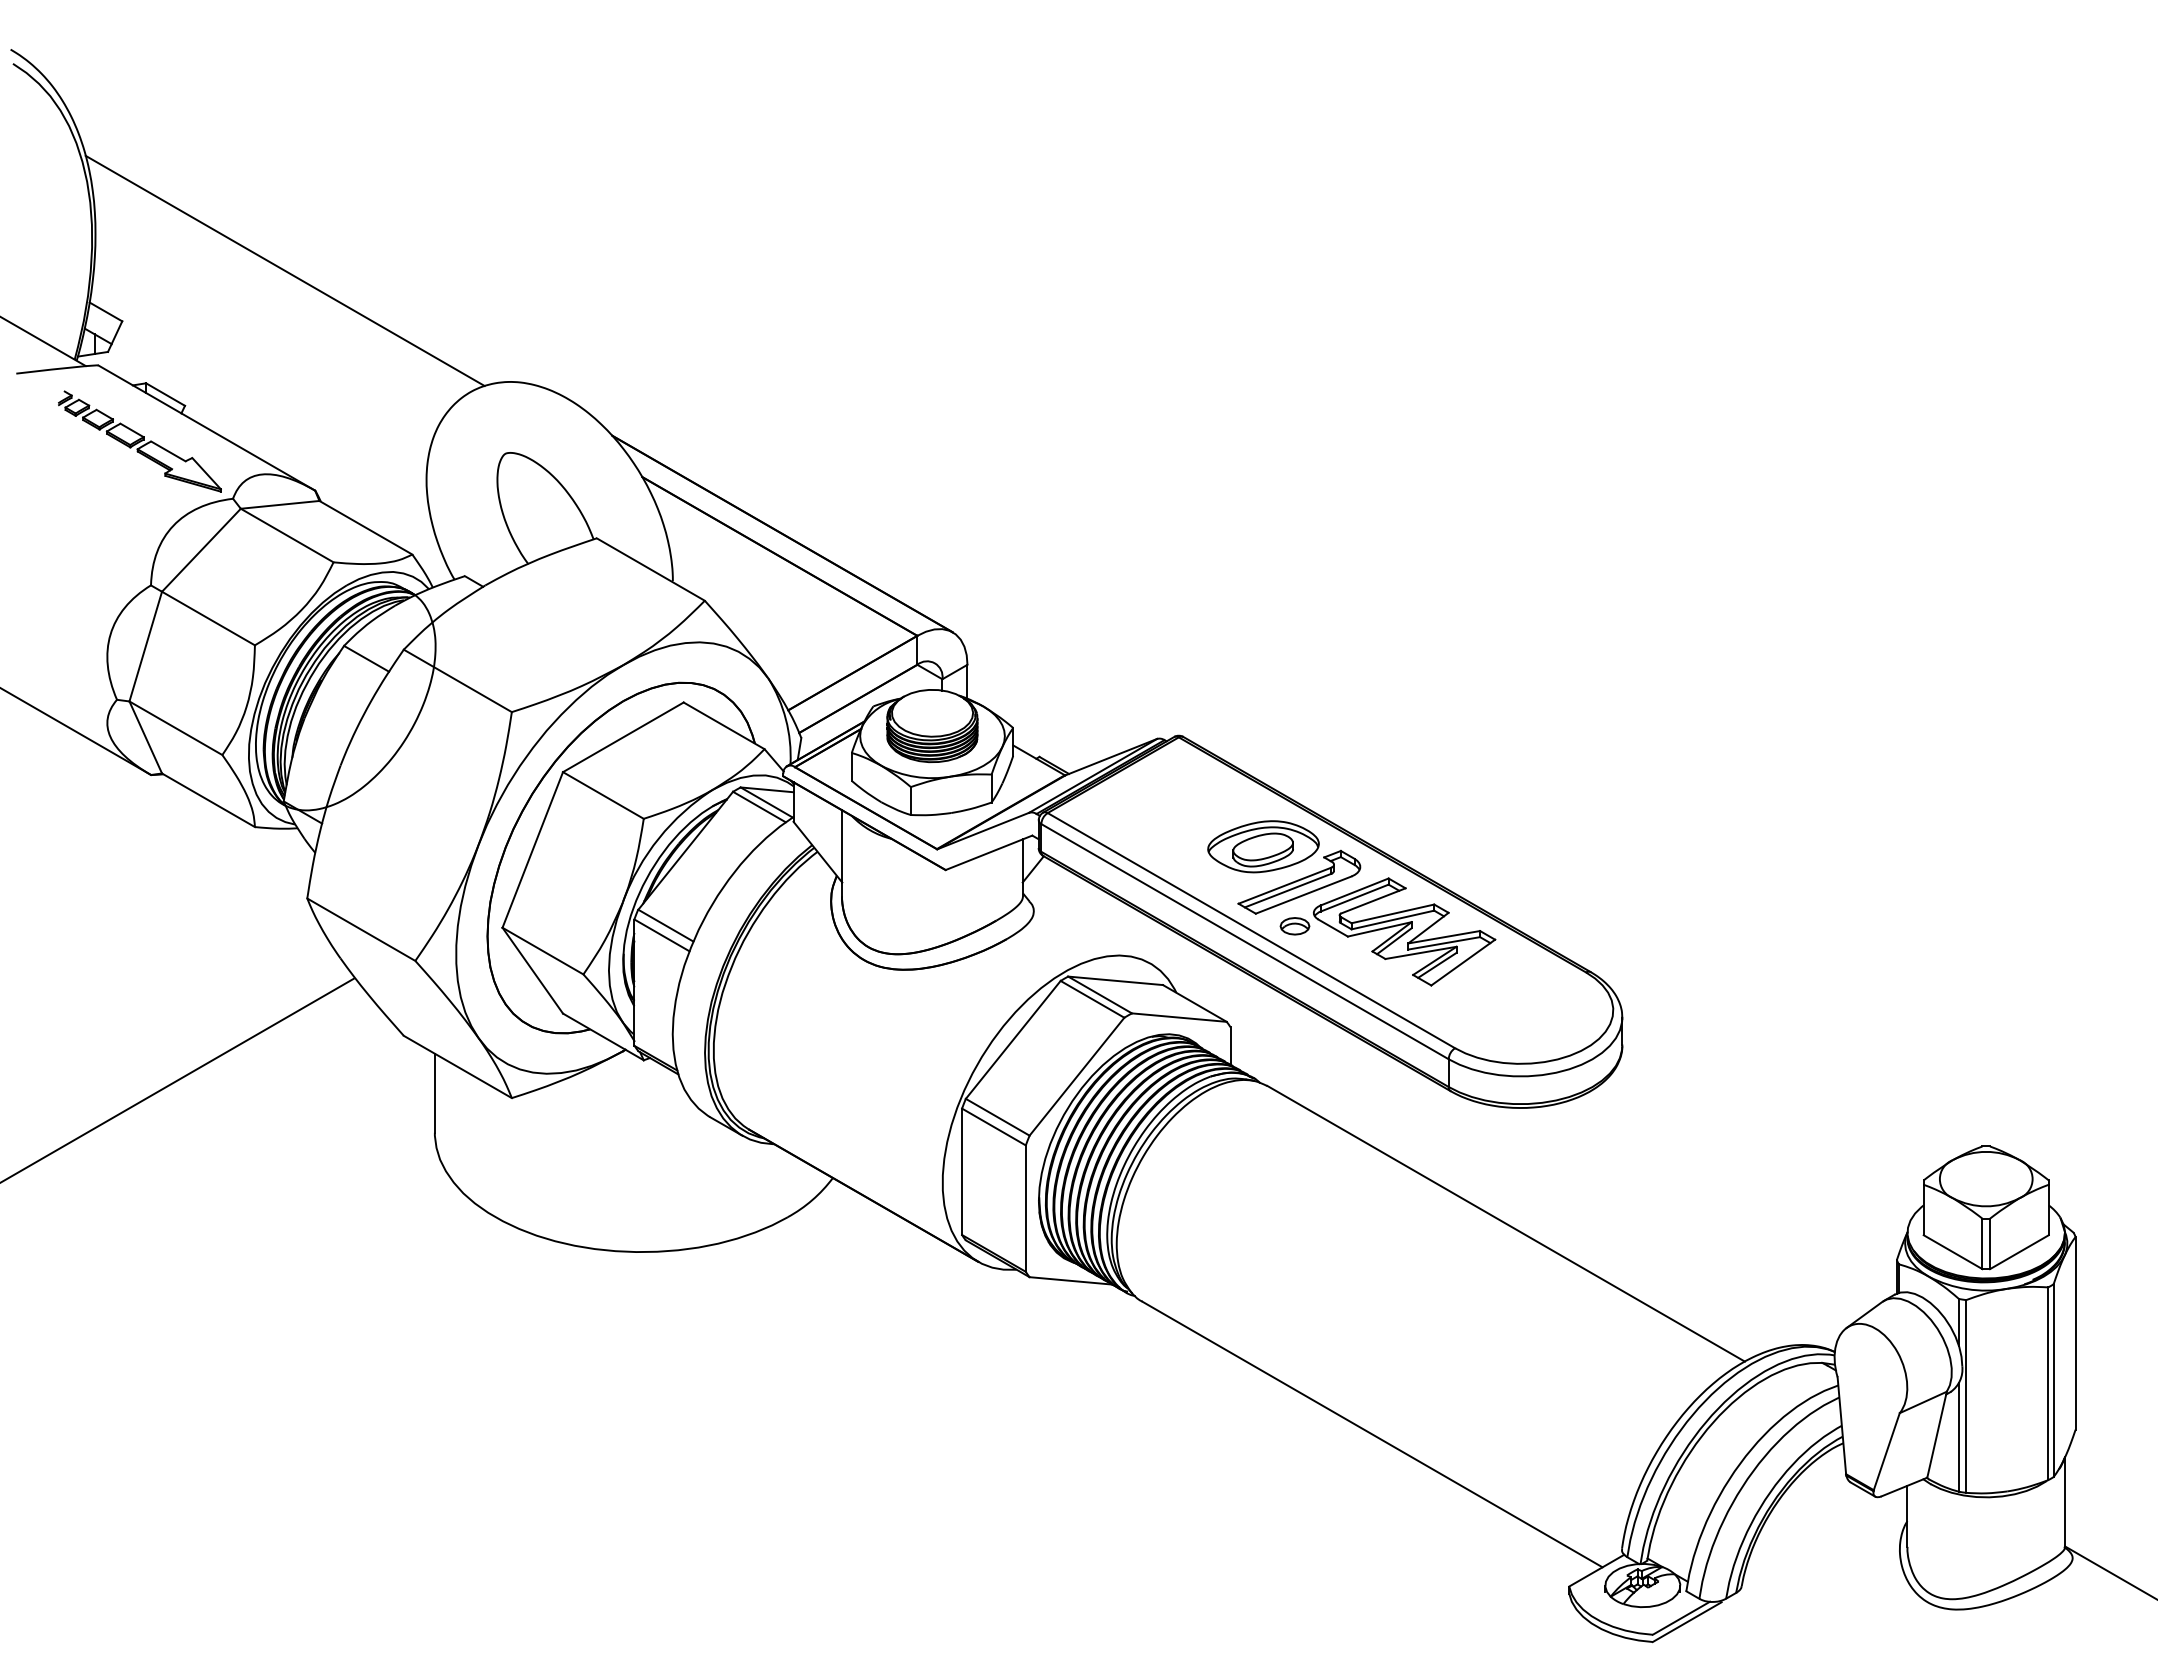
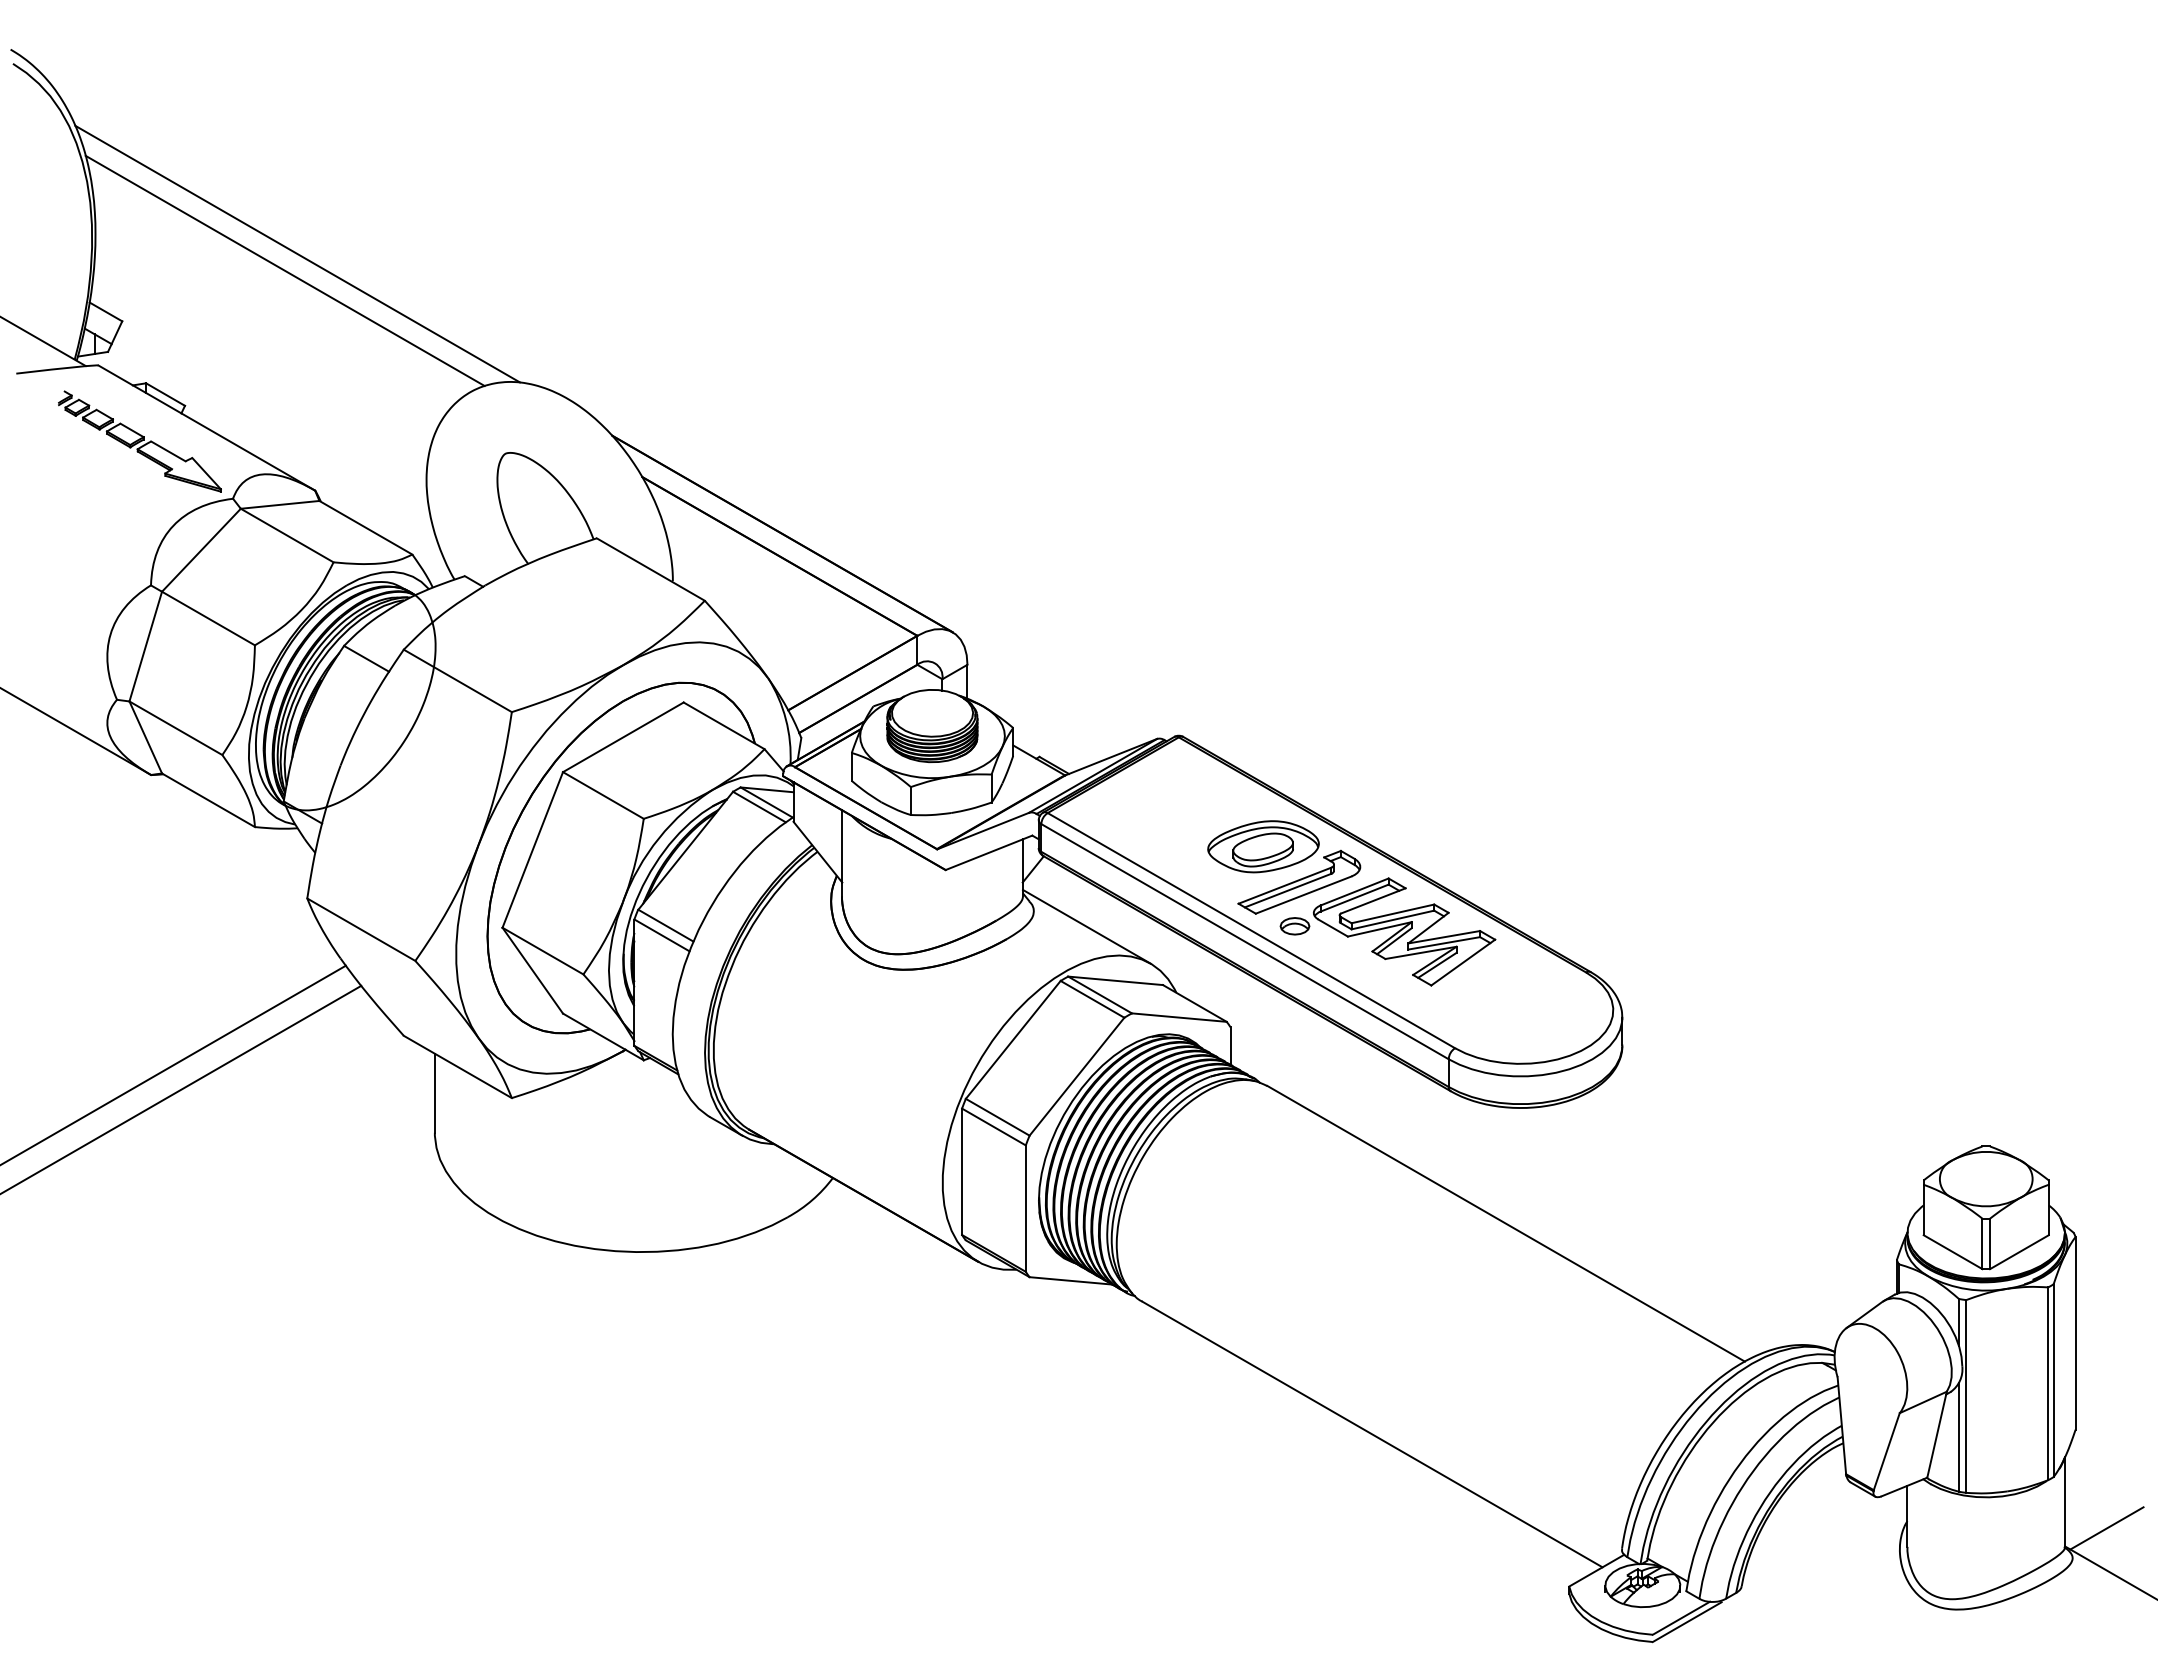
line at (297, 253): none -> present
line at (1086, 926): none -> present
line at (177, 1079) position: (177, 1079) -> (173, 1064)
line at (181, 1088): none -> present
line at (2106, 1528): none -> present
